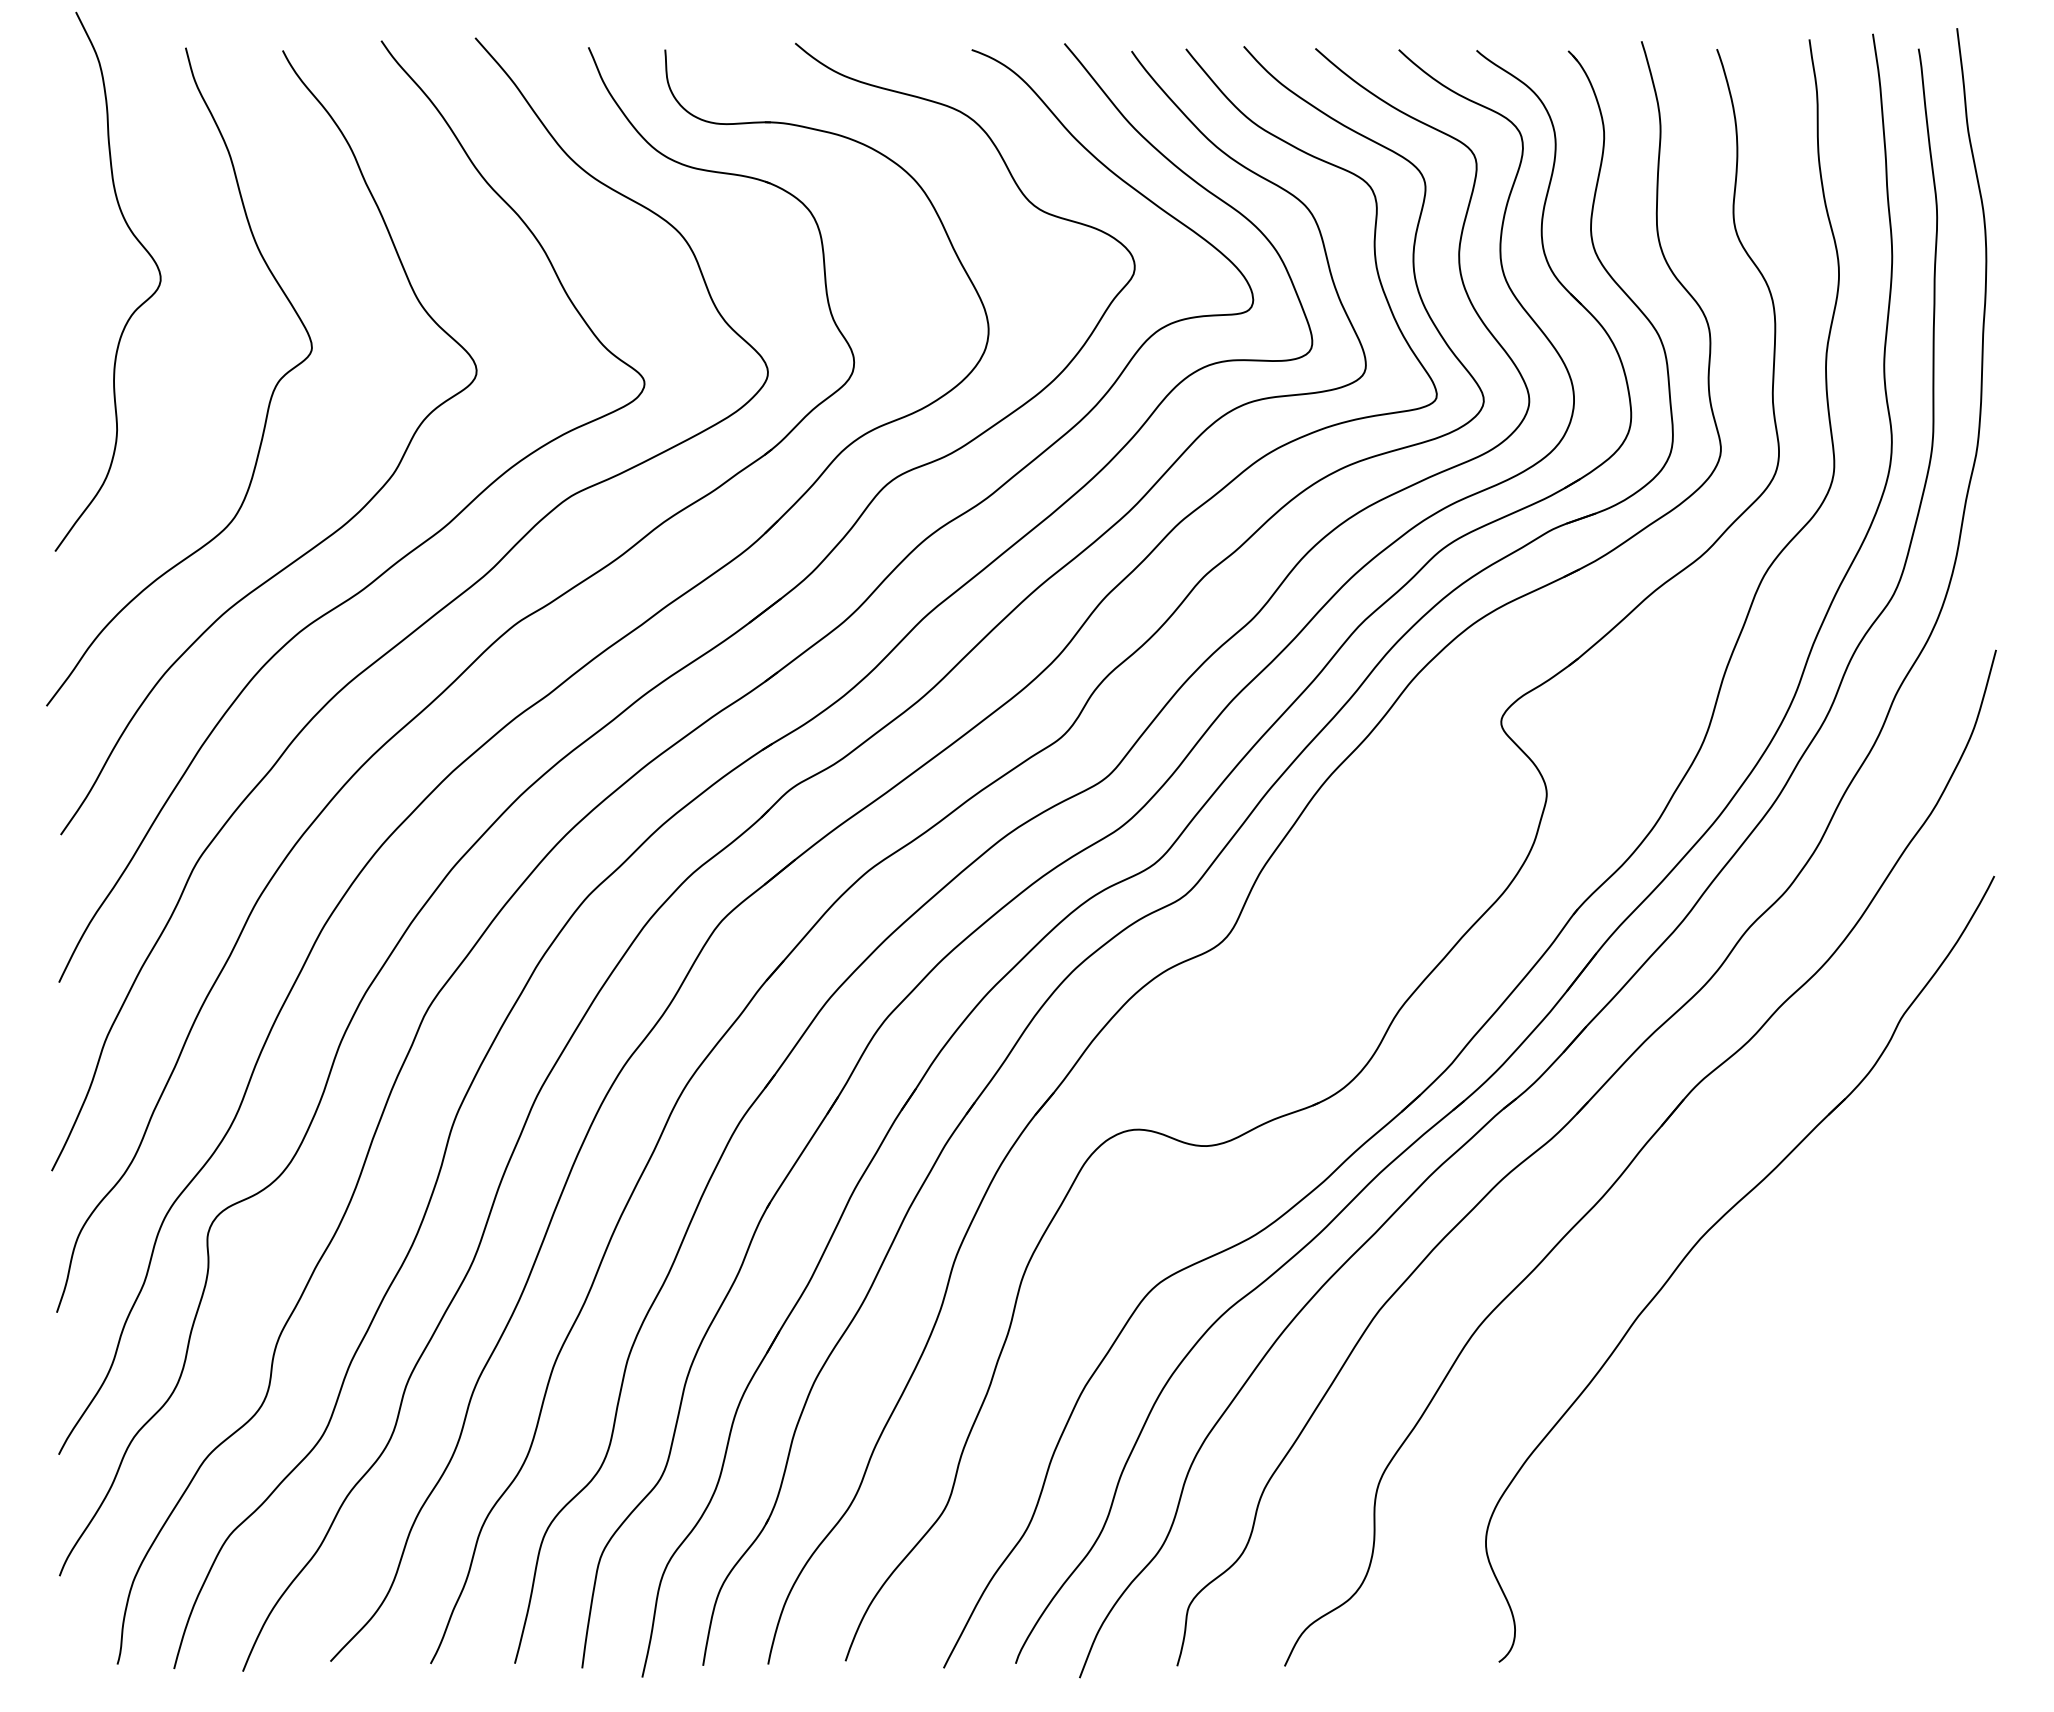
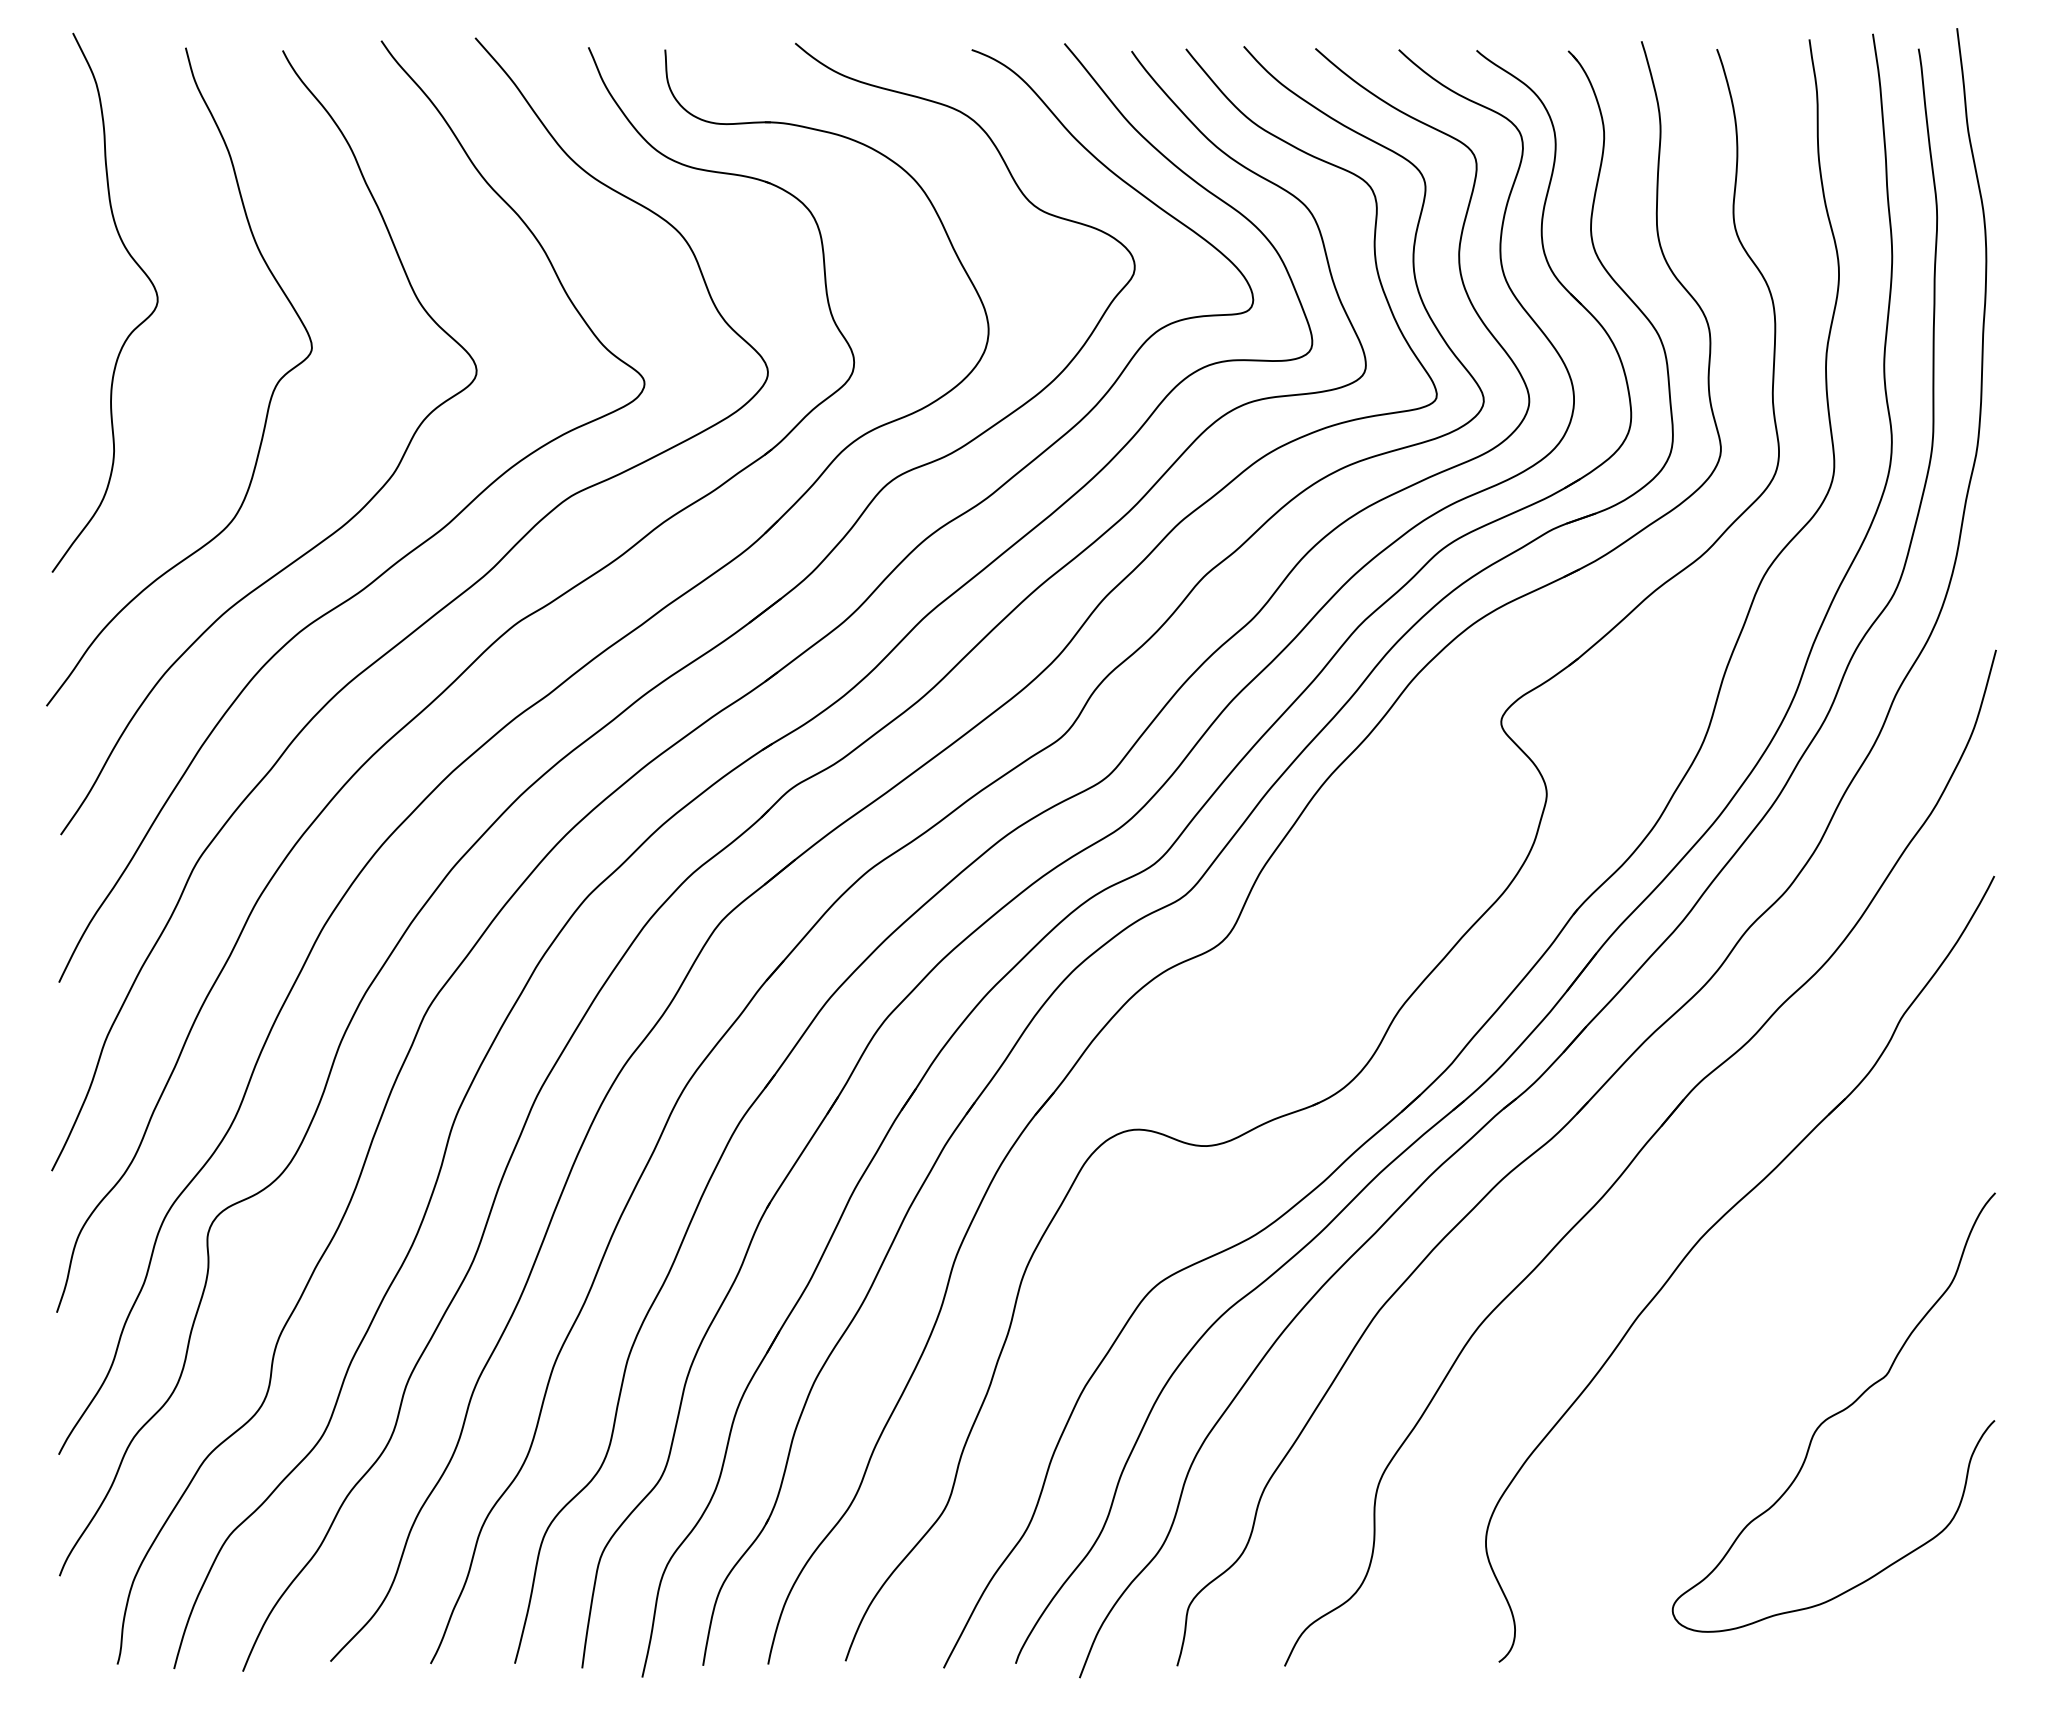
curve at (135, 309) position: (135, 309) -> (132, 330)
curve at (1834, 1413): none -> present
